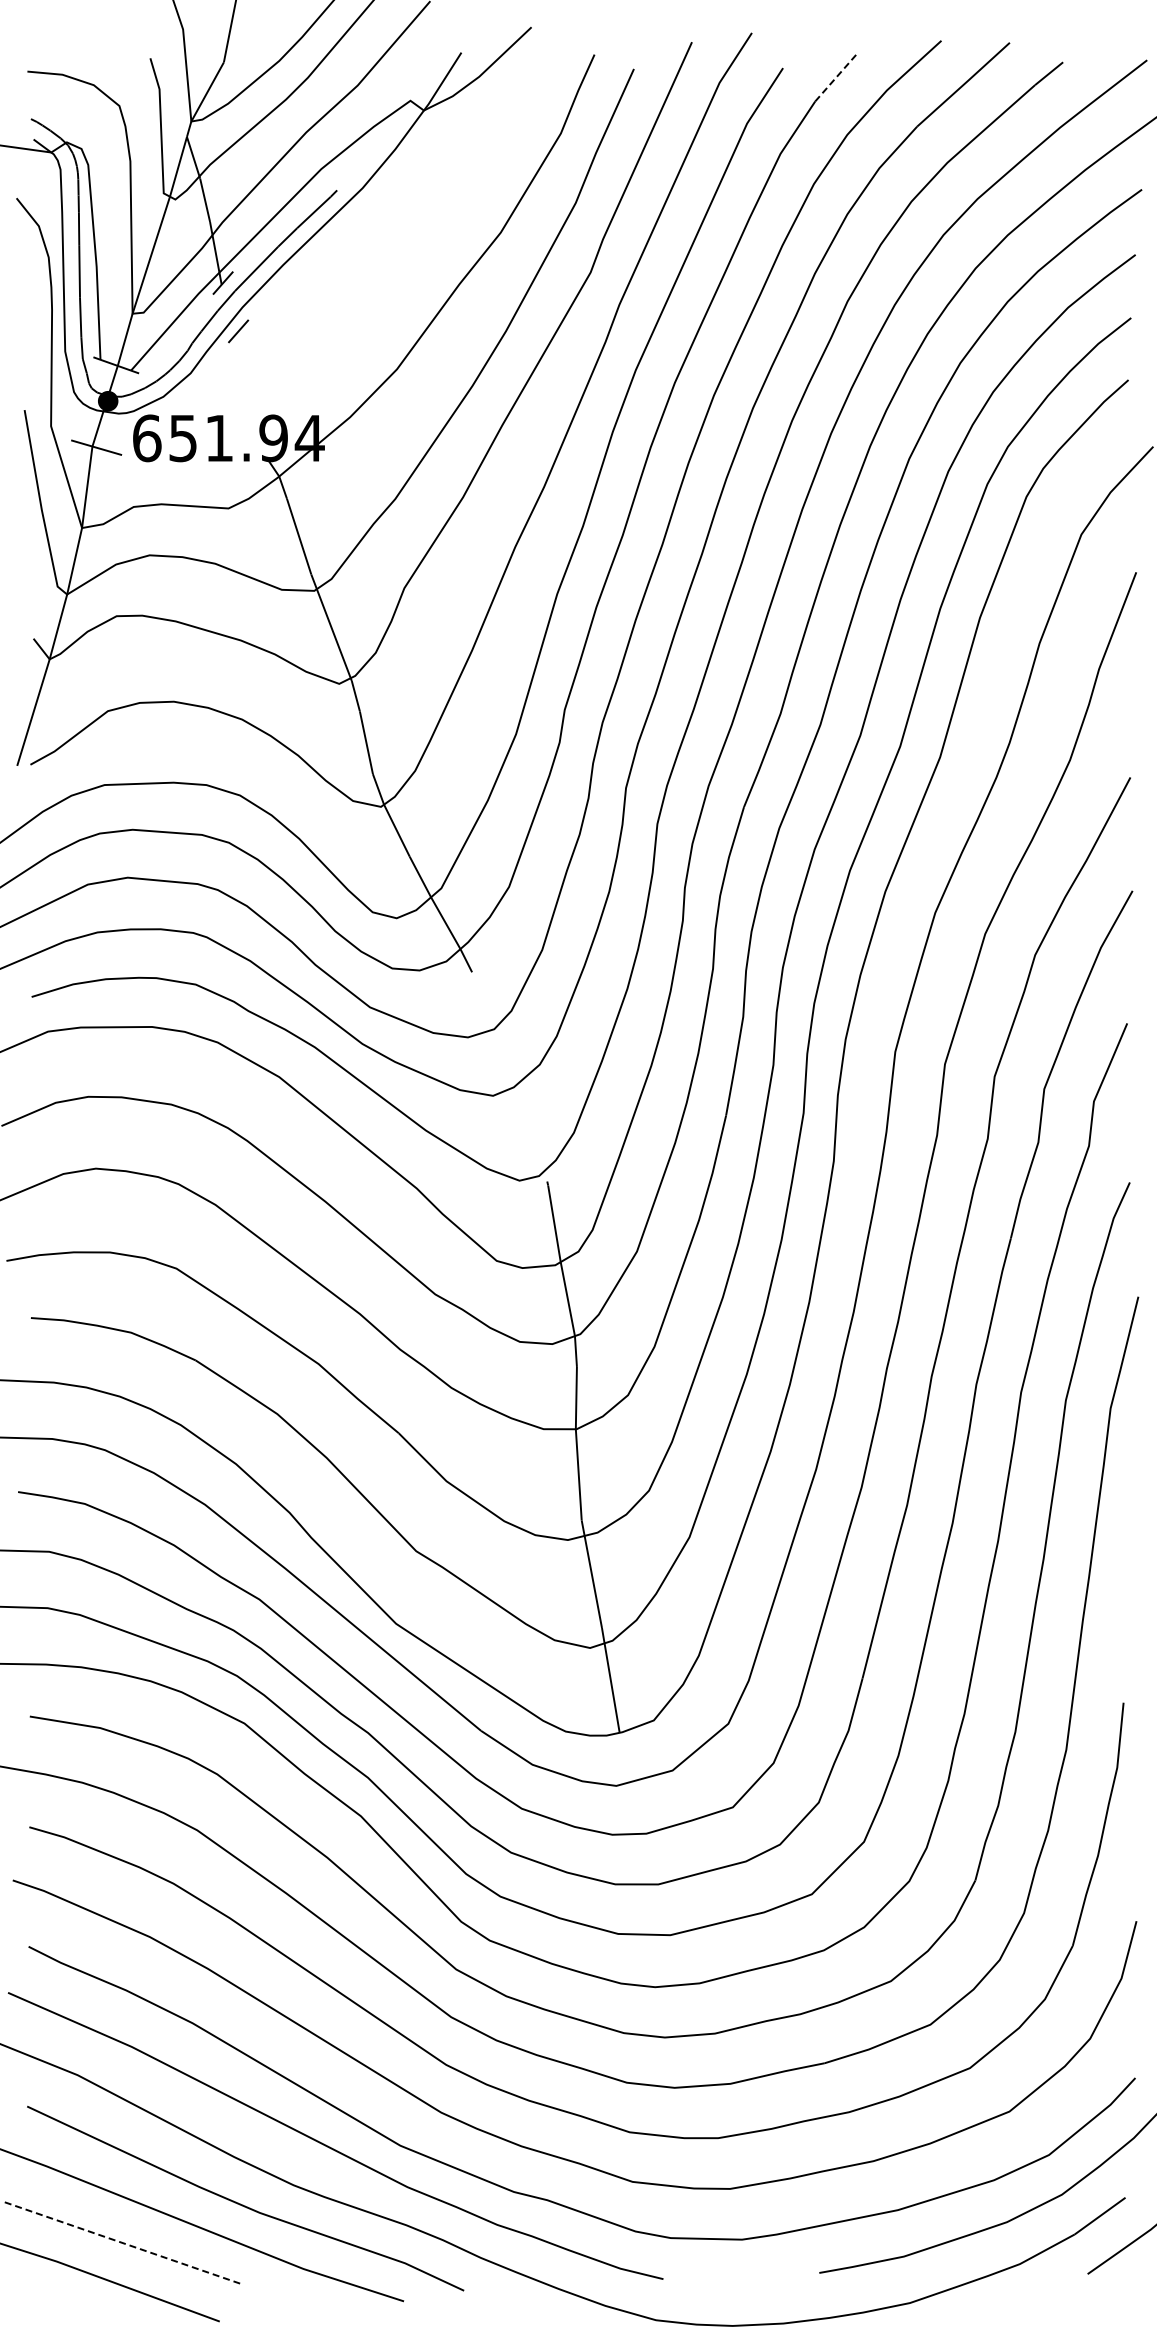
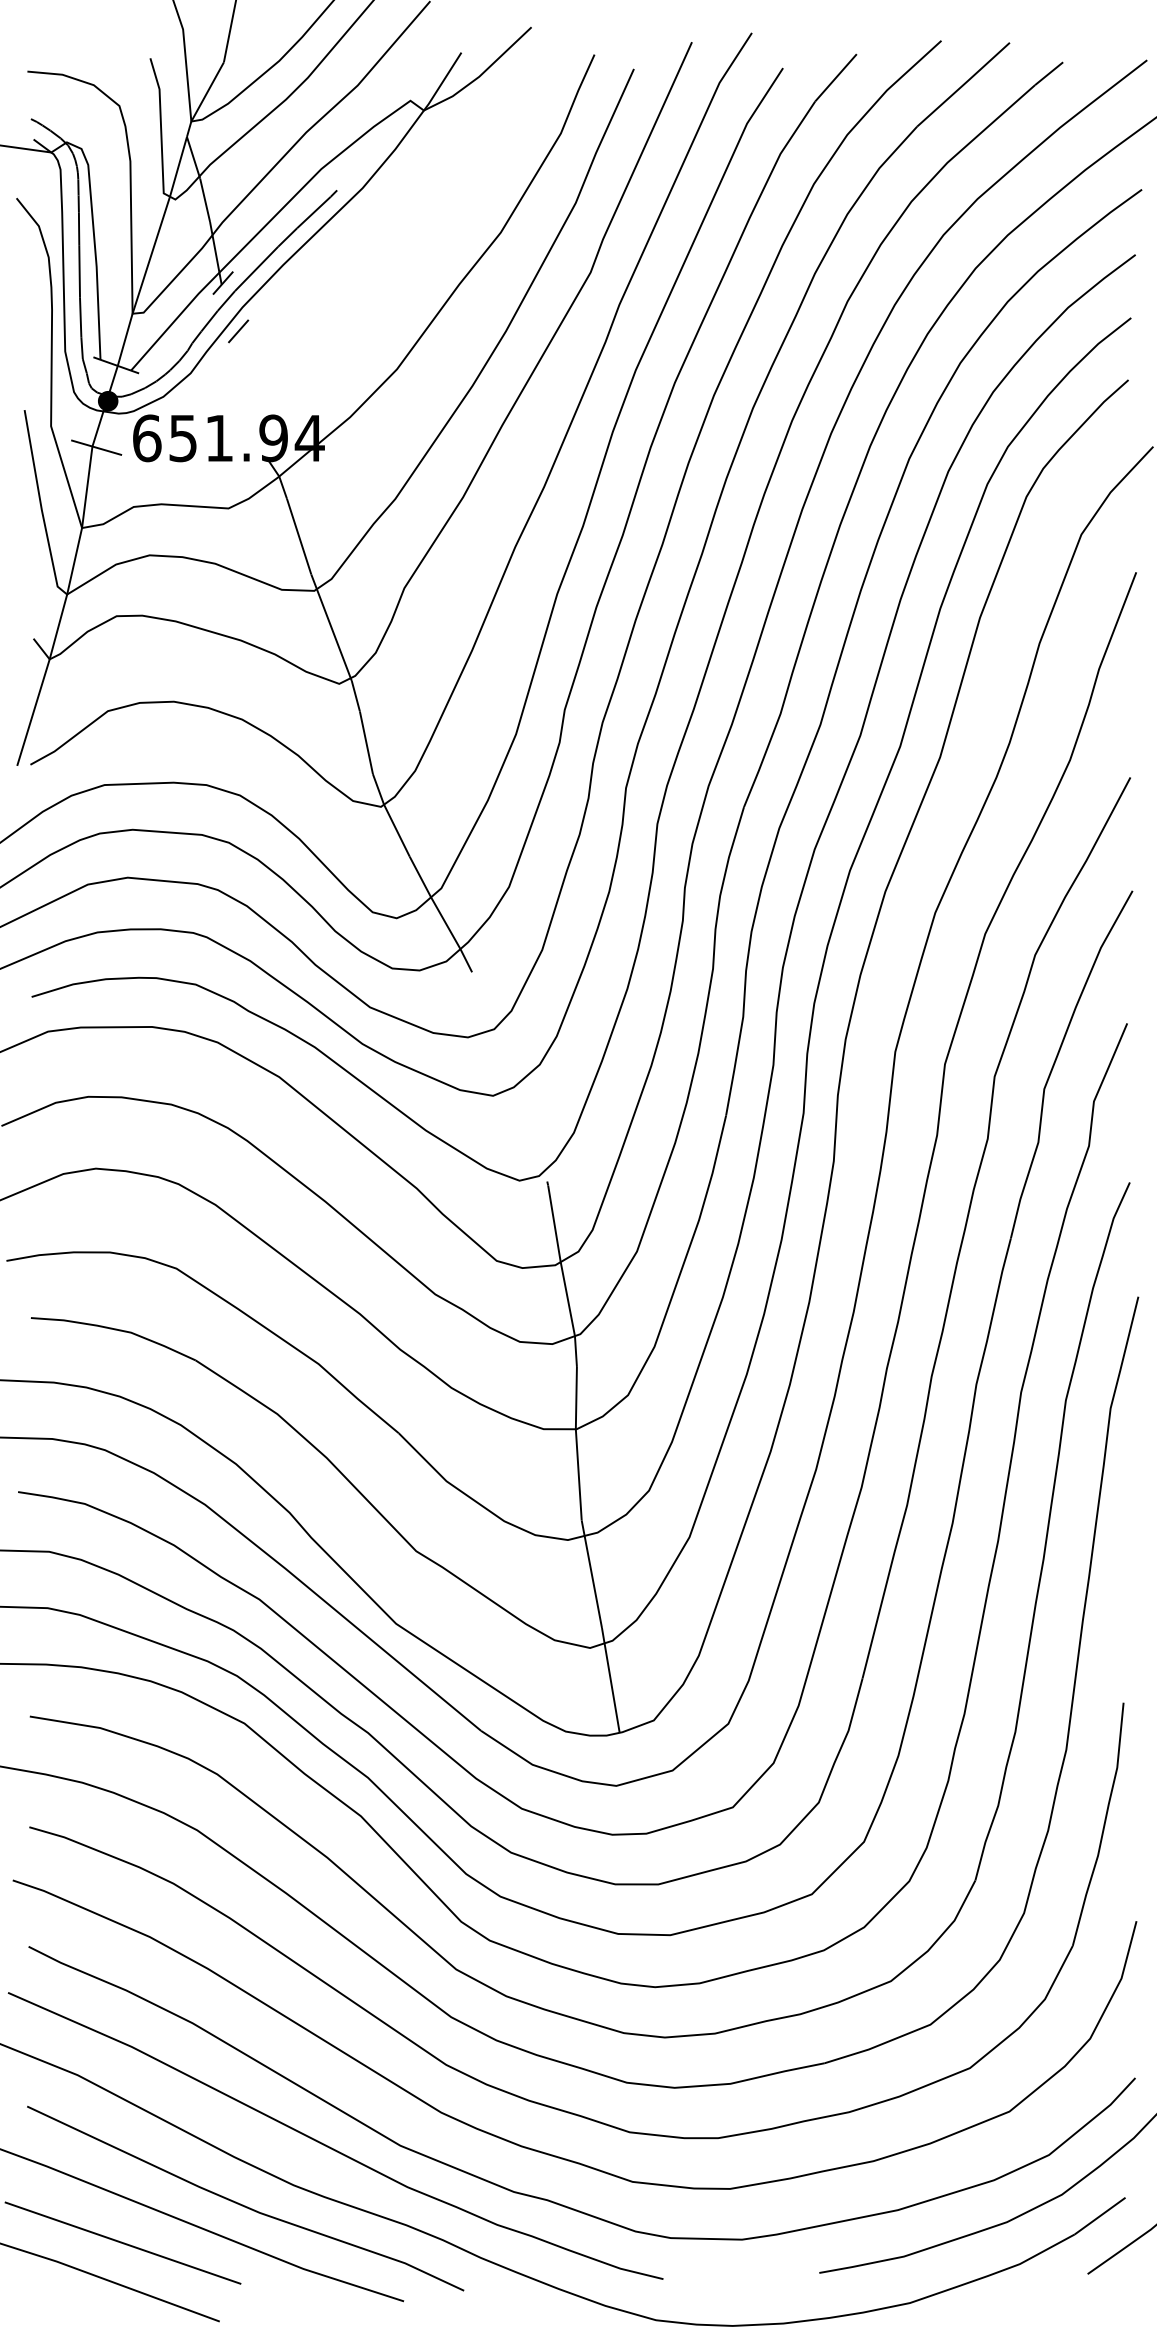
line at (836, 77): dashed -> solid
line at (123, 2243): dashed -> solid
